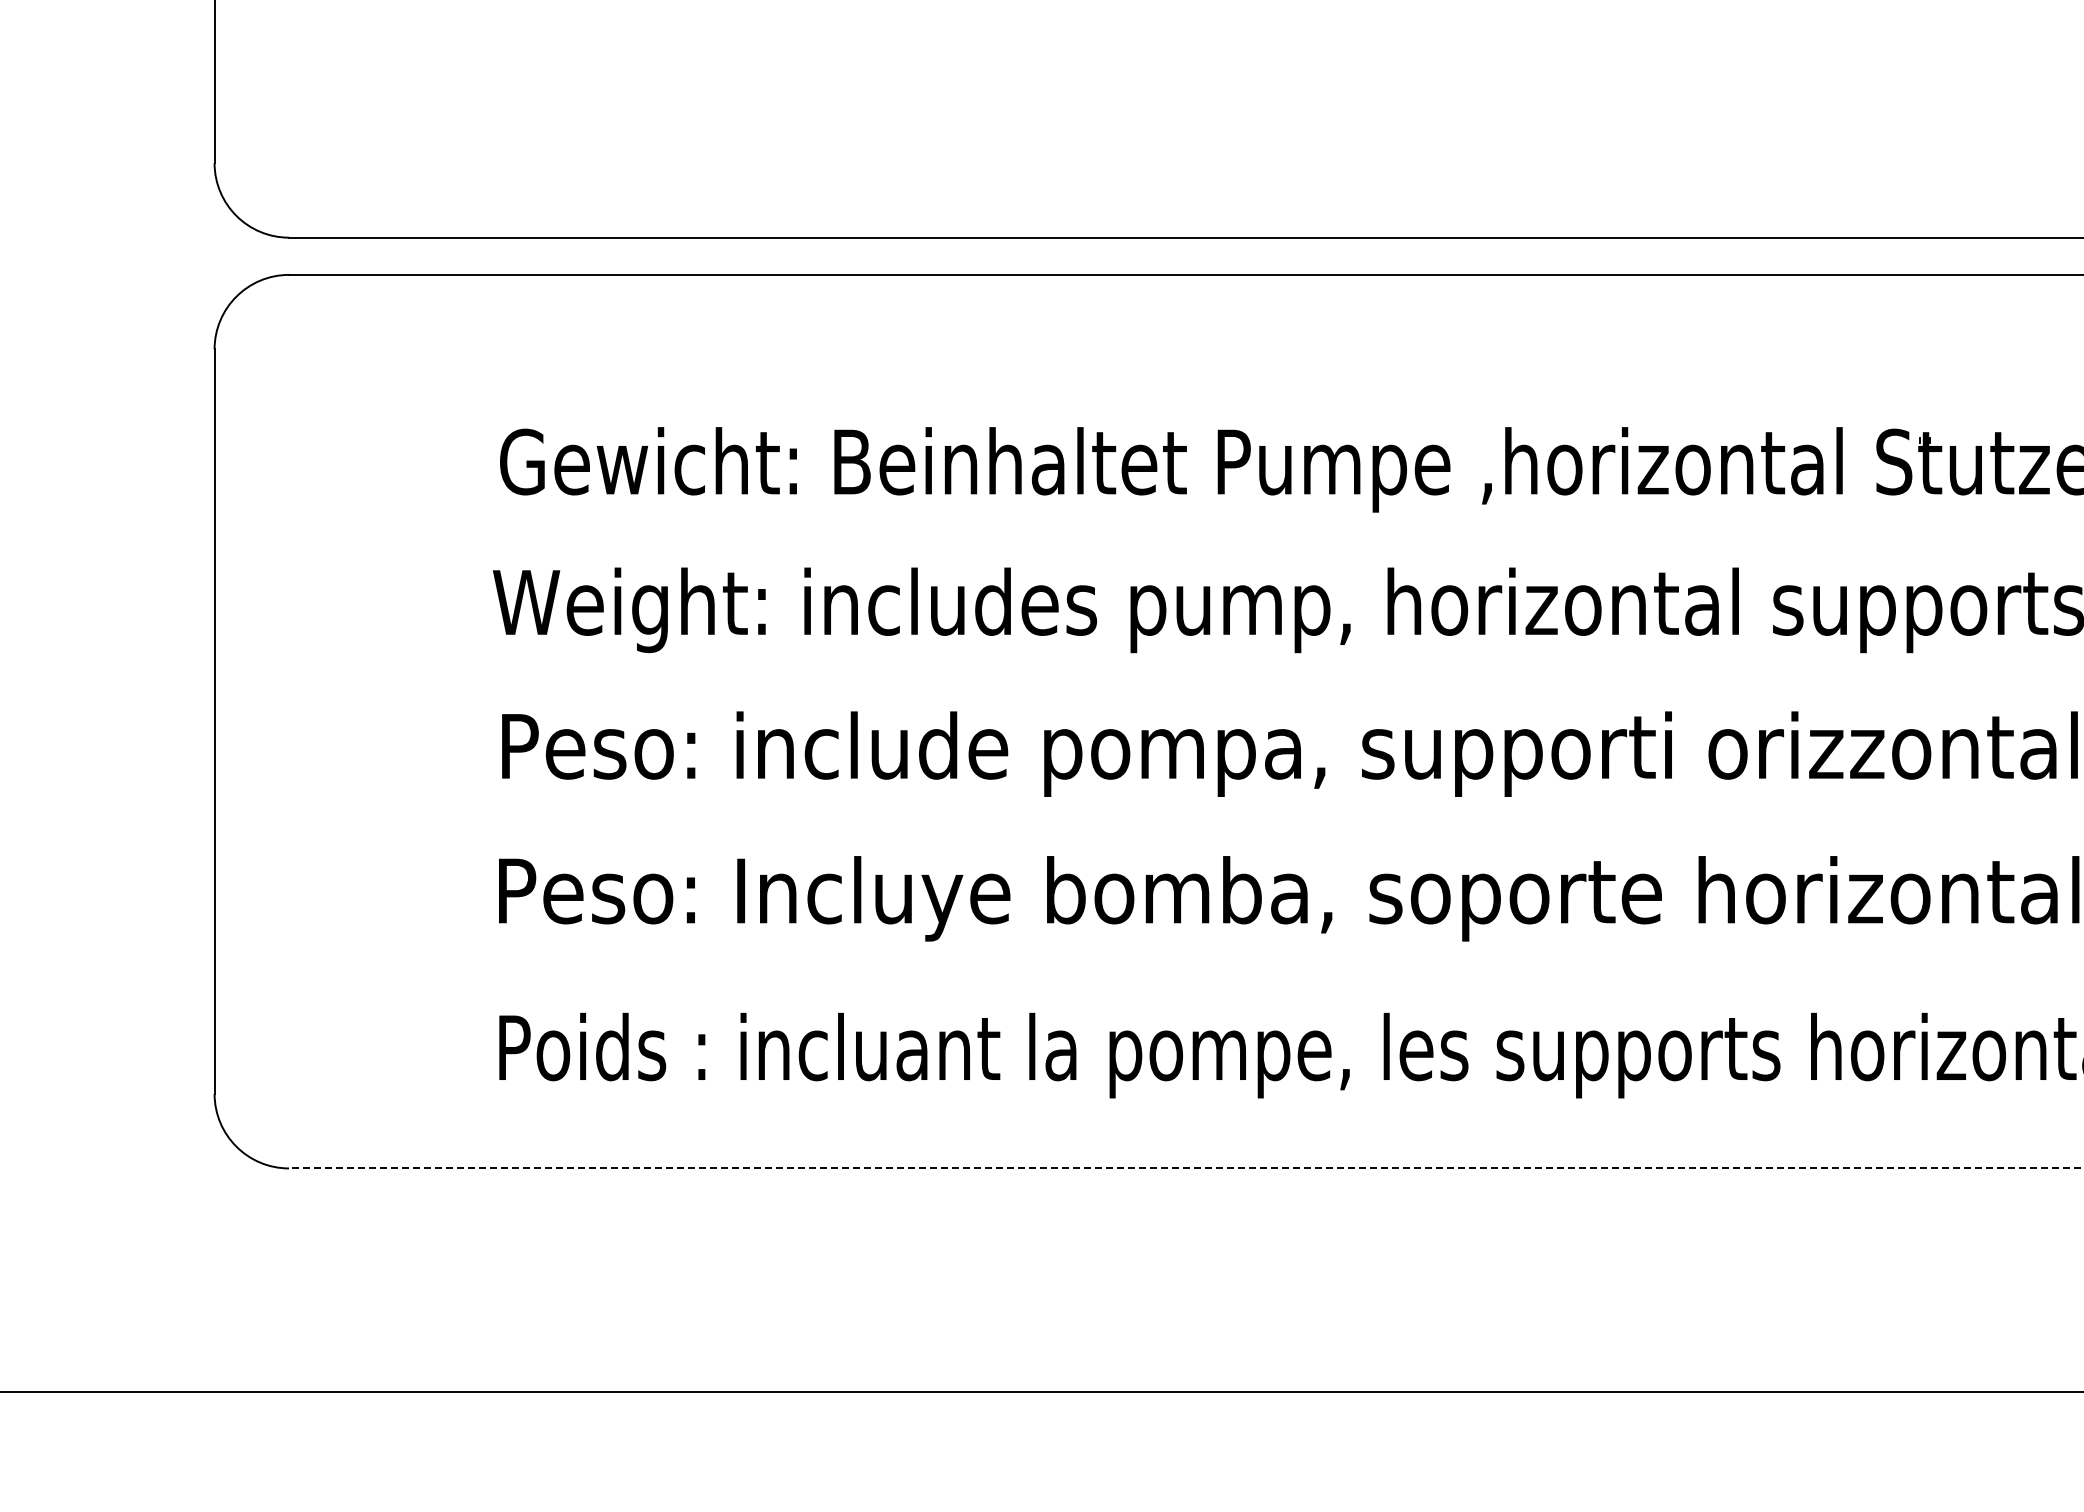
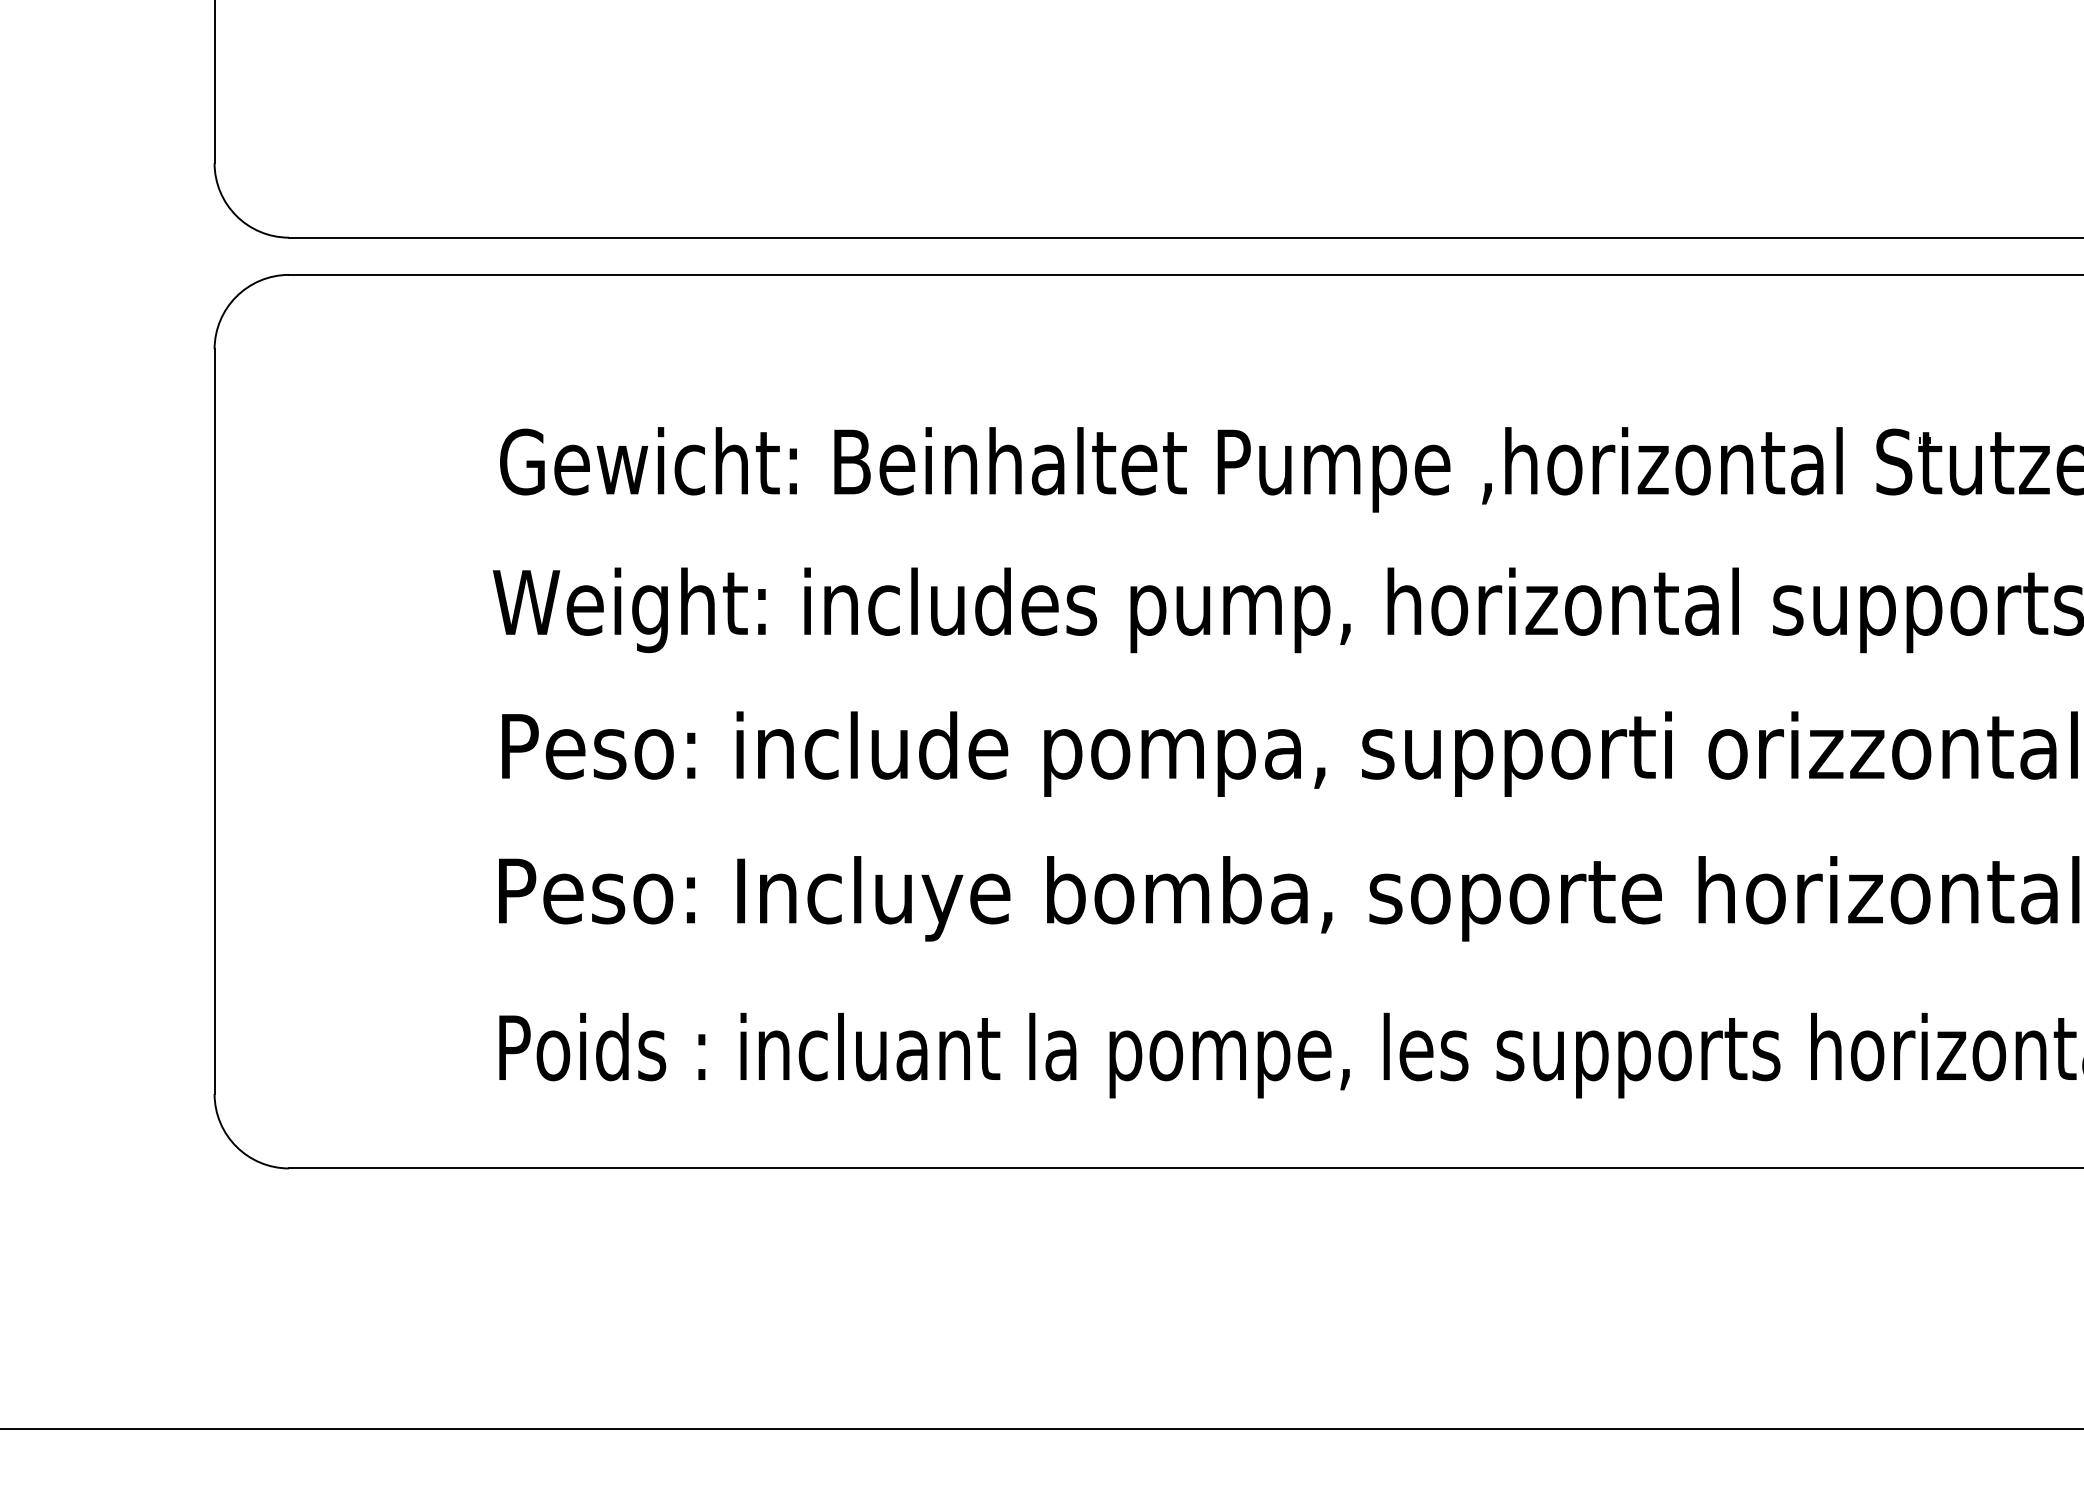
line at (1186, 1168): dashed -> solid
line at (1041, 1392) position: (1041, 1392) -> (1041, 1429)
